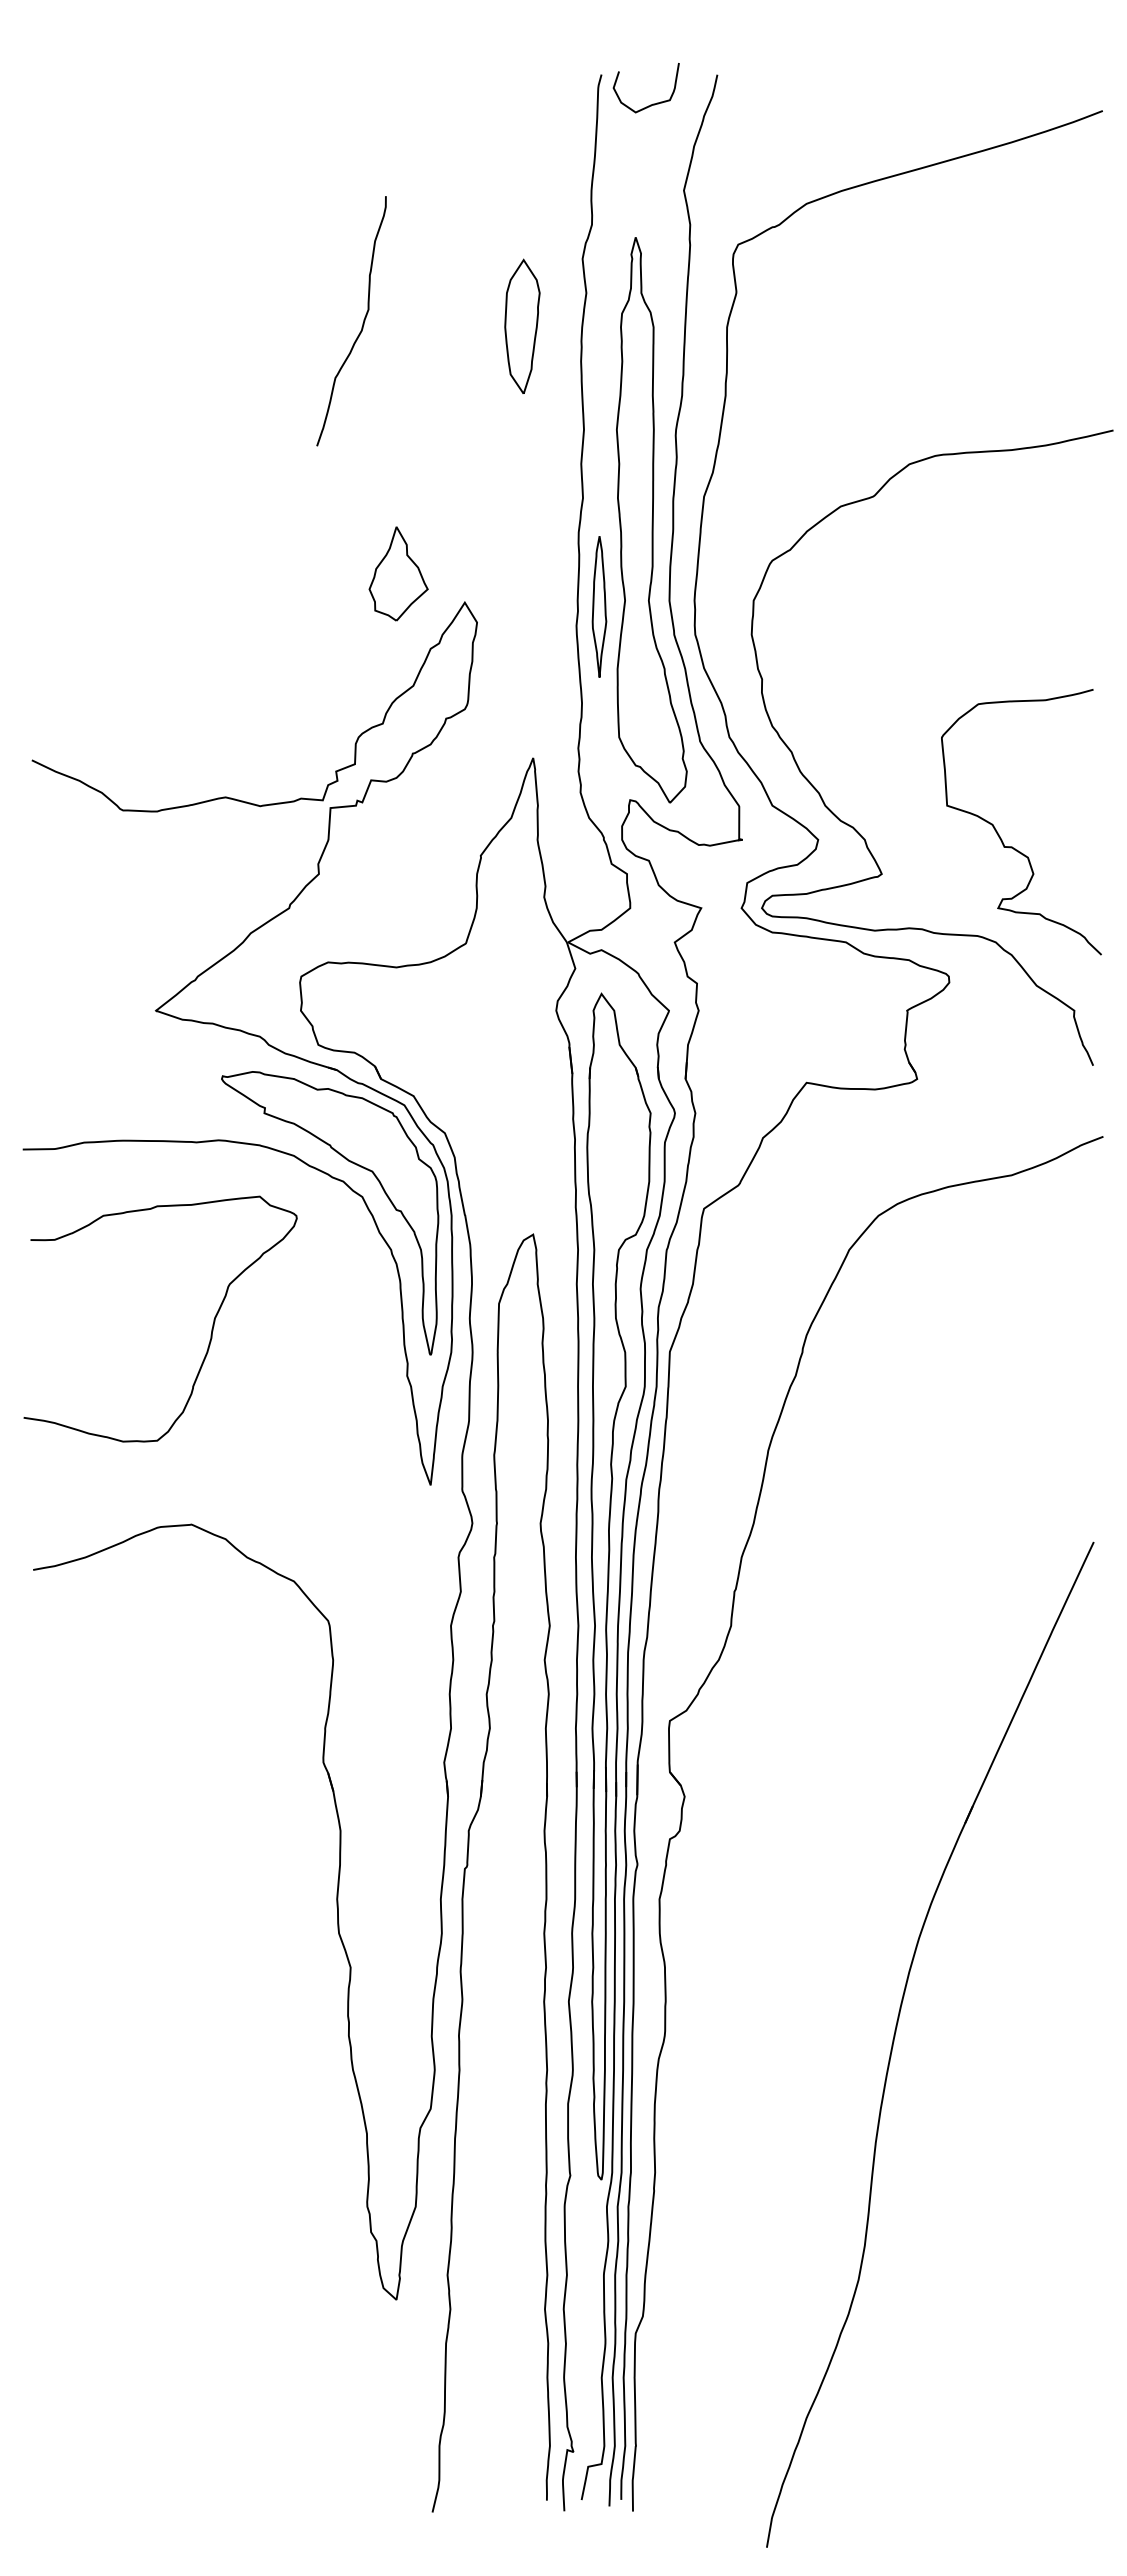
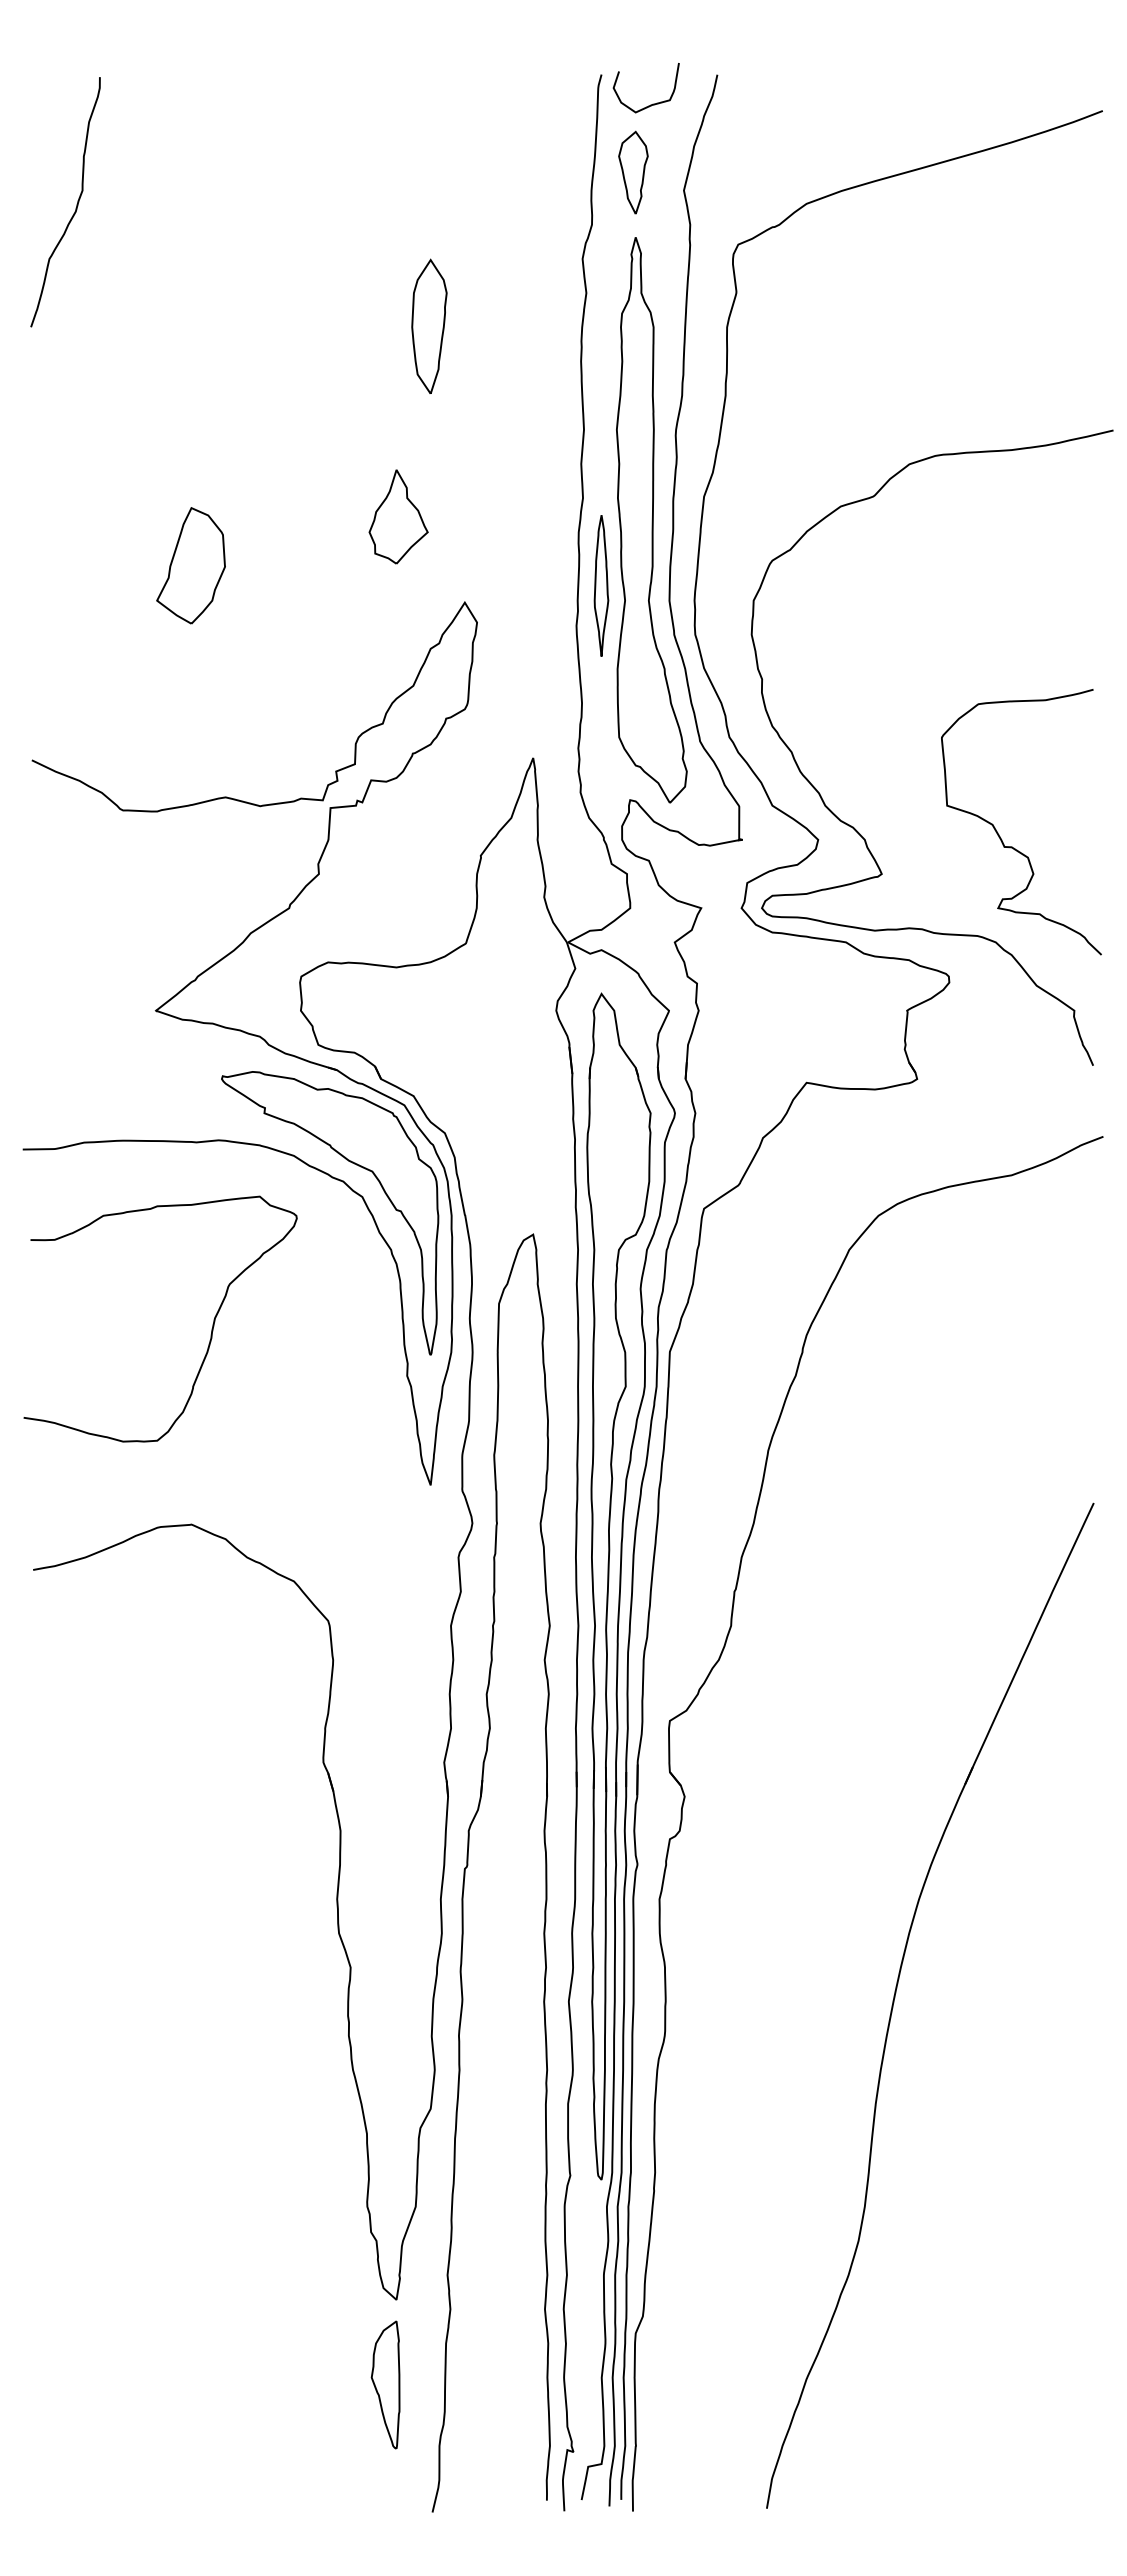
part at (633, 172): none -> present
curve at (362, 323) position: (362, 323) -> (76, 204)
part at (522, 325) position: (522, 325) -> (429, 325)
part at (190, 565): none -> present
part at (398, 573) position: (398, 573) -> (398, 516)
part at (599, 606) position: (599, 606) -> (601, 585)
part at (895, 2037) position: (895, 2037) -> (895, 1998)
part at (385, 2384): none -> present
